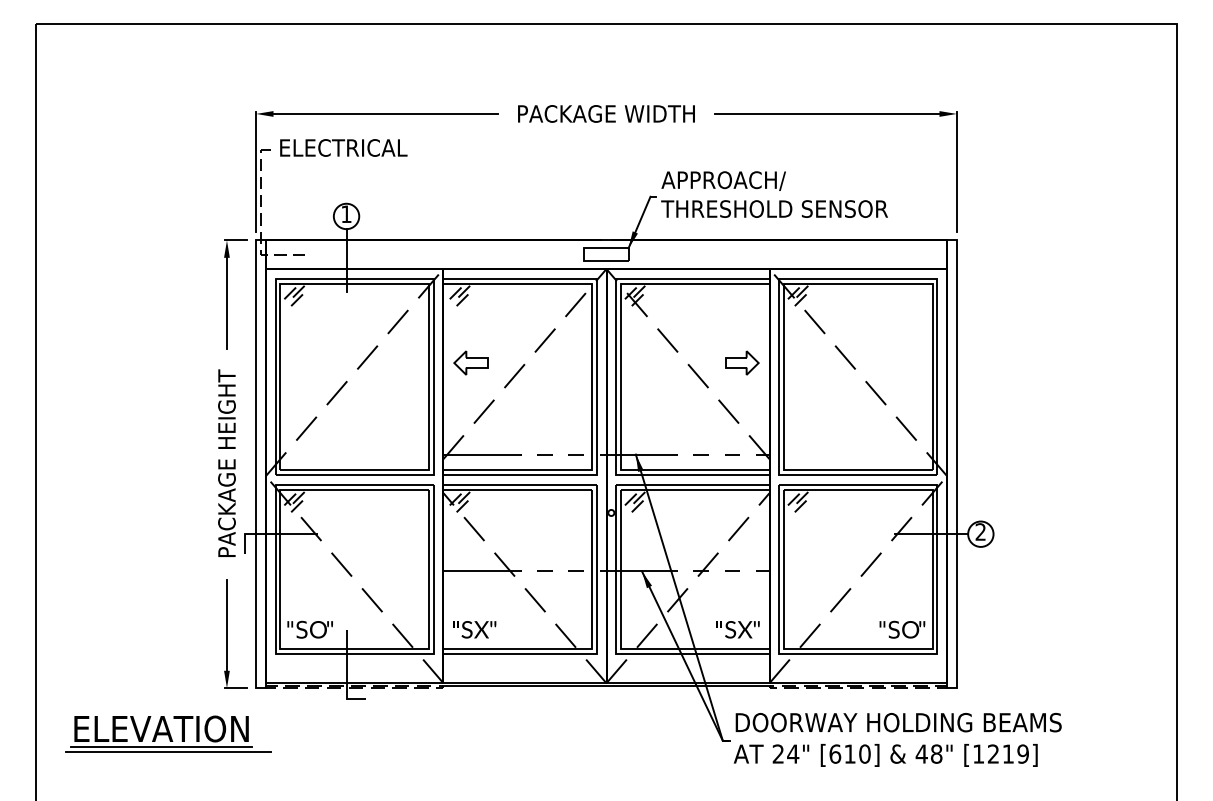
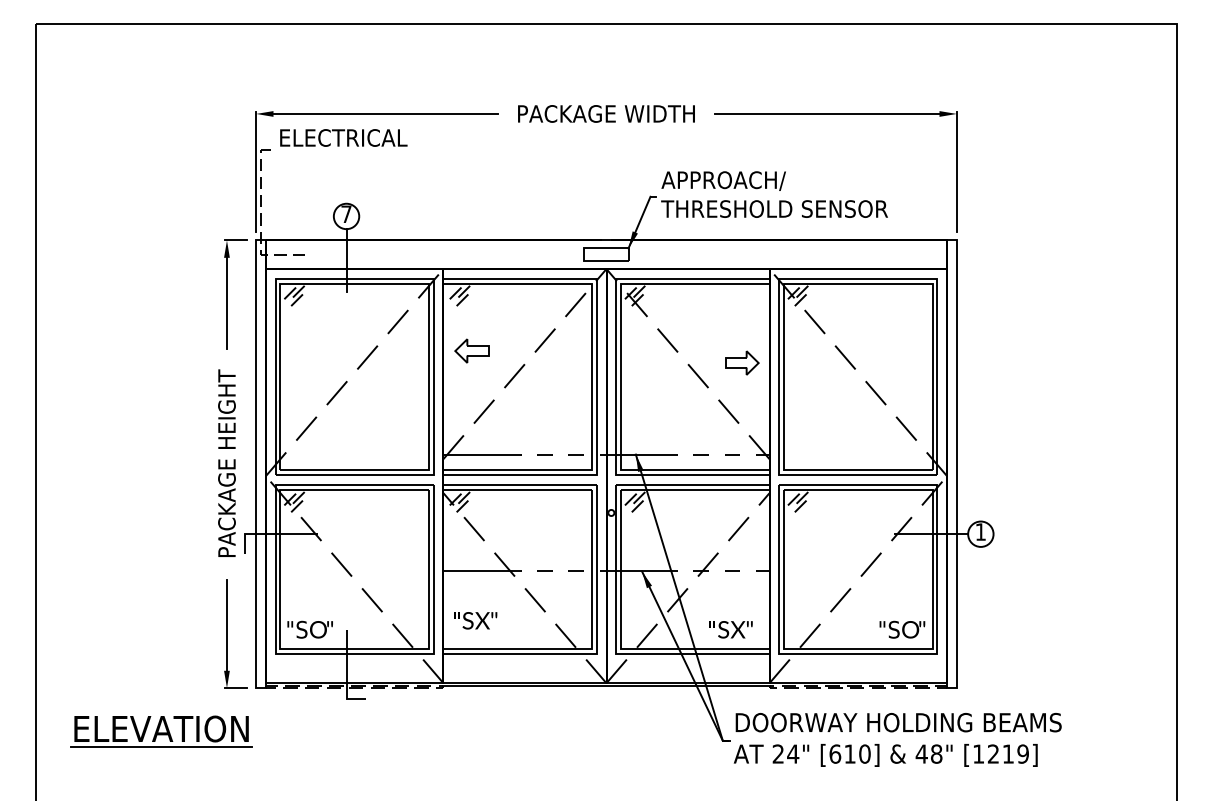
text at (343, 147) position: (343, 147) -> (343, 137)
text at (346, 213): 1 -> 7
part at (470, 362) position: (470, 362) -> (471, 350)
text at (980, 531): 2 -> 1
text at (474, 629) position: (474, 629) -> (475, 620)
text at (737, 629) position: (737, 629) -> (730, 629)
line at (168, 752): present -> none
